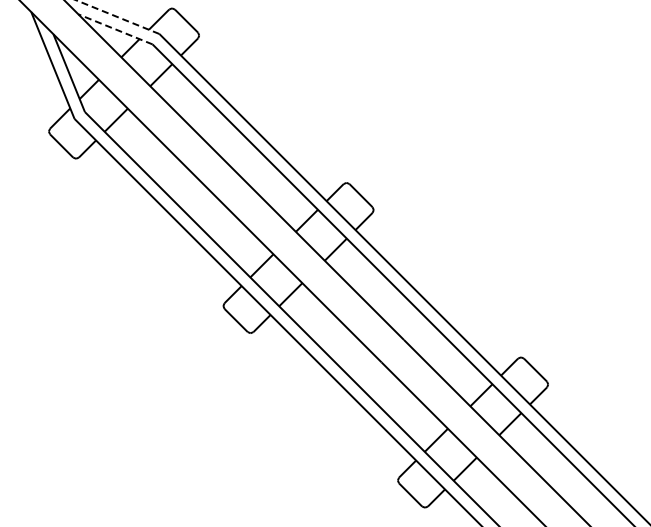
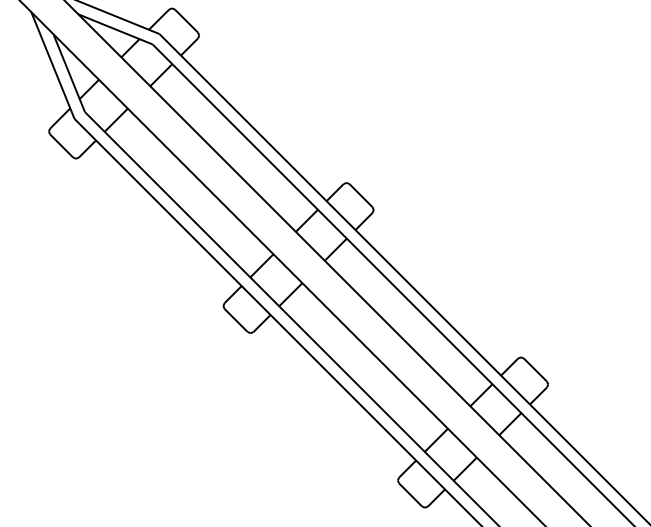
line at (117, 16): dashed -> solid
line at (115, 29): dashed -> solid
